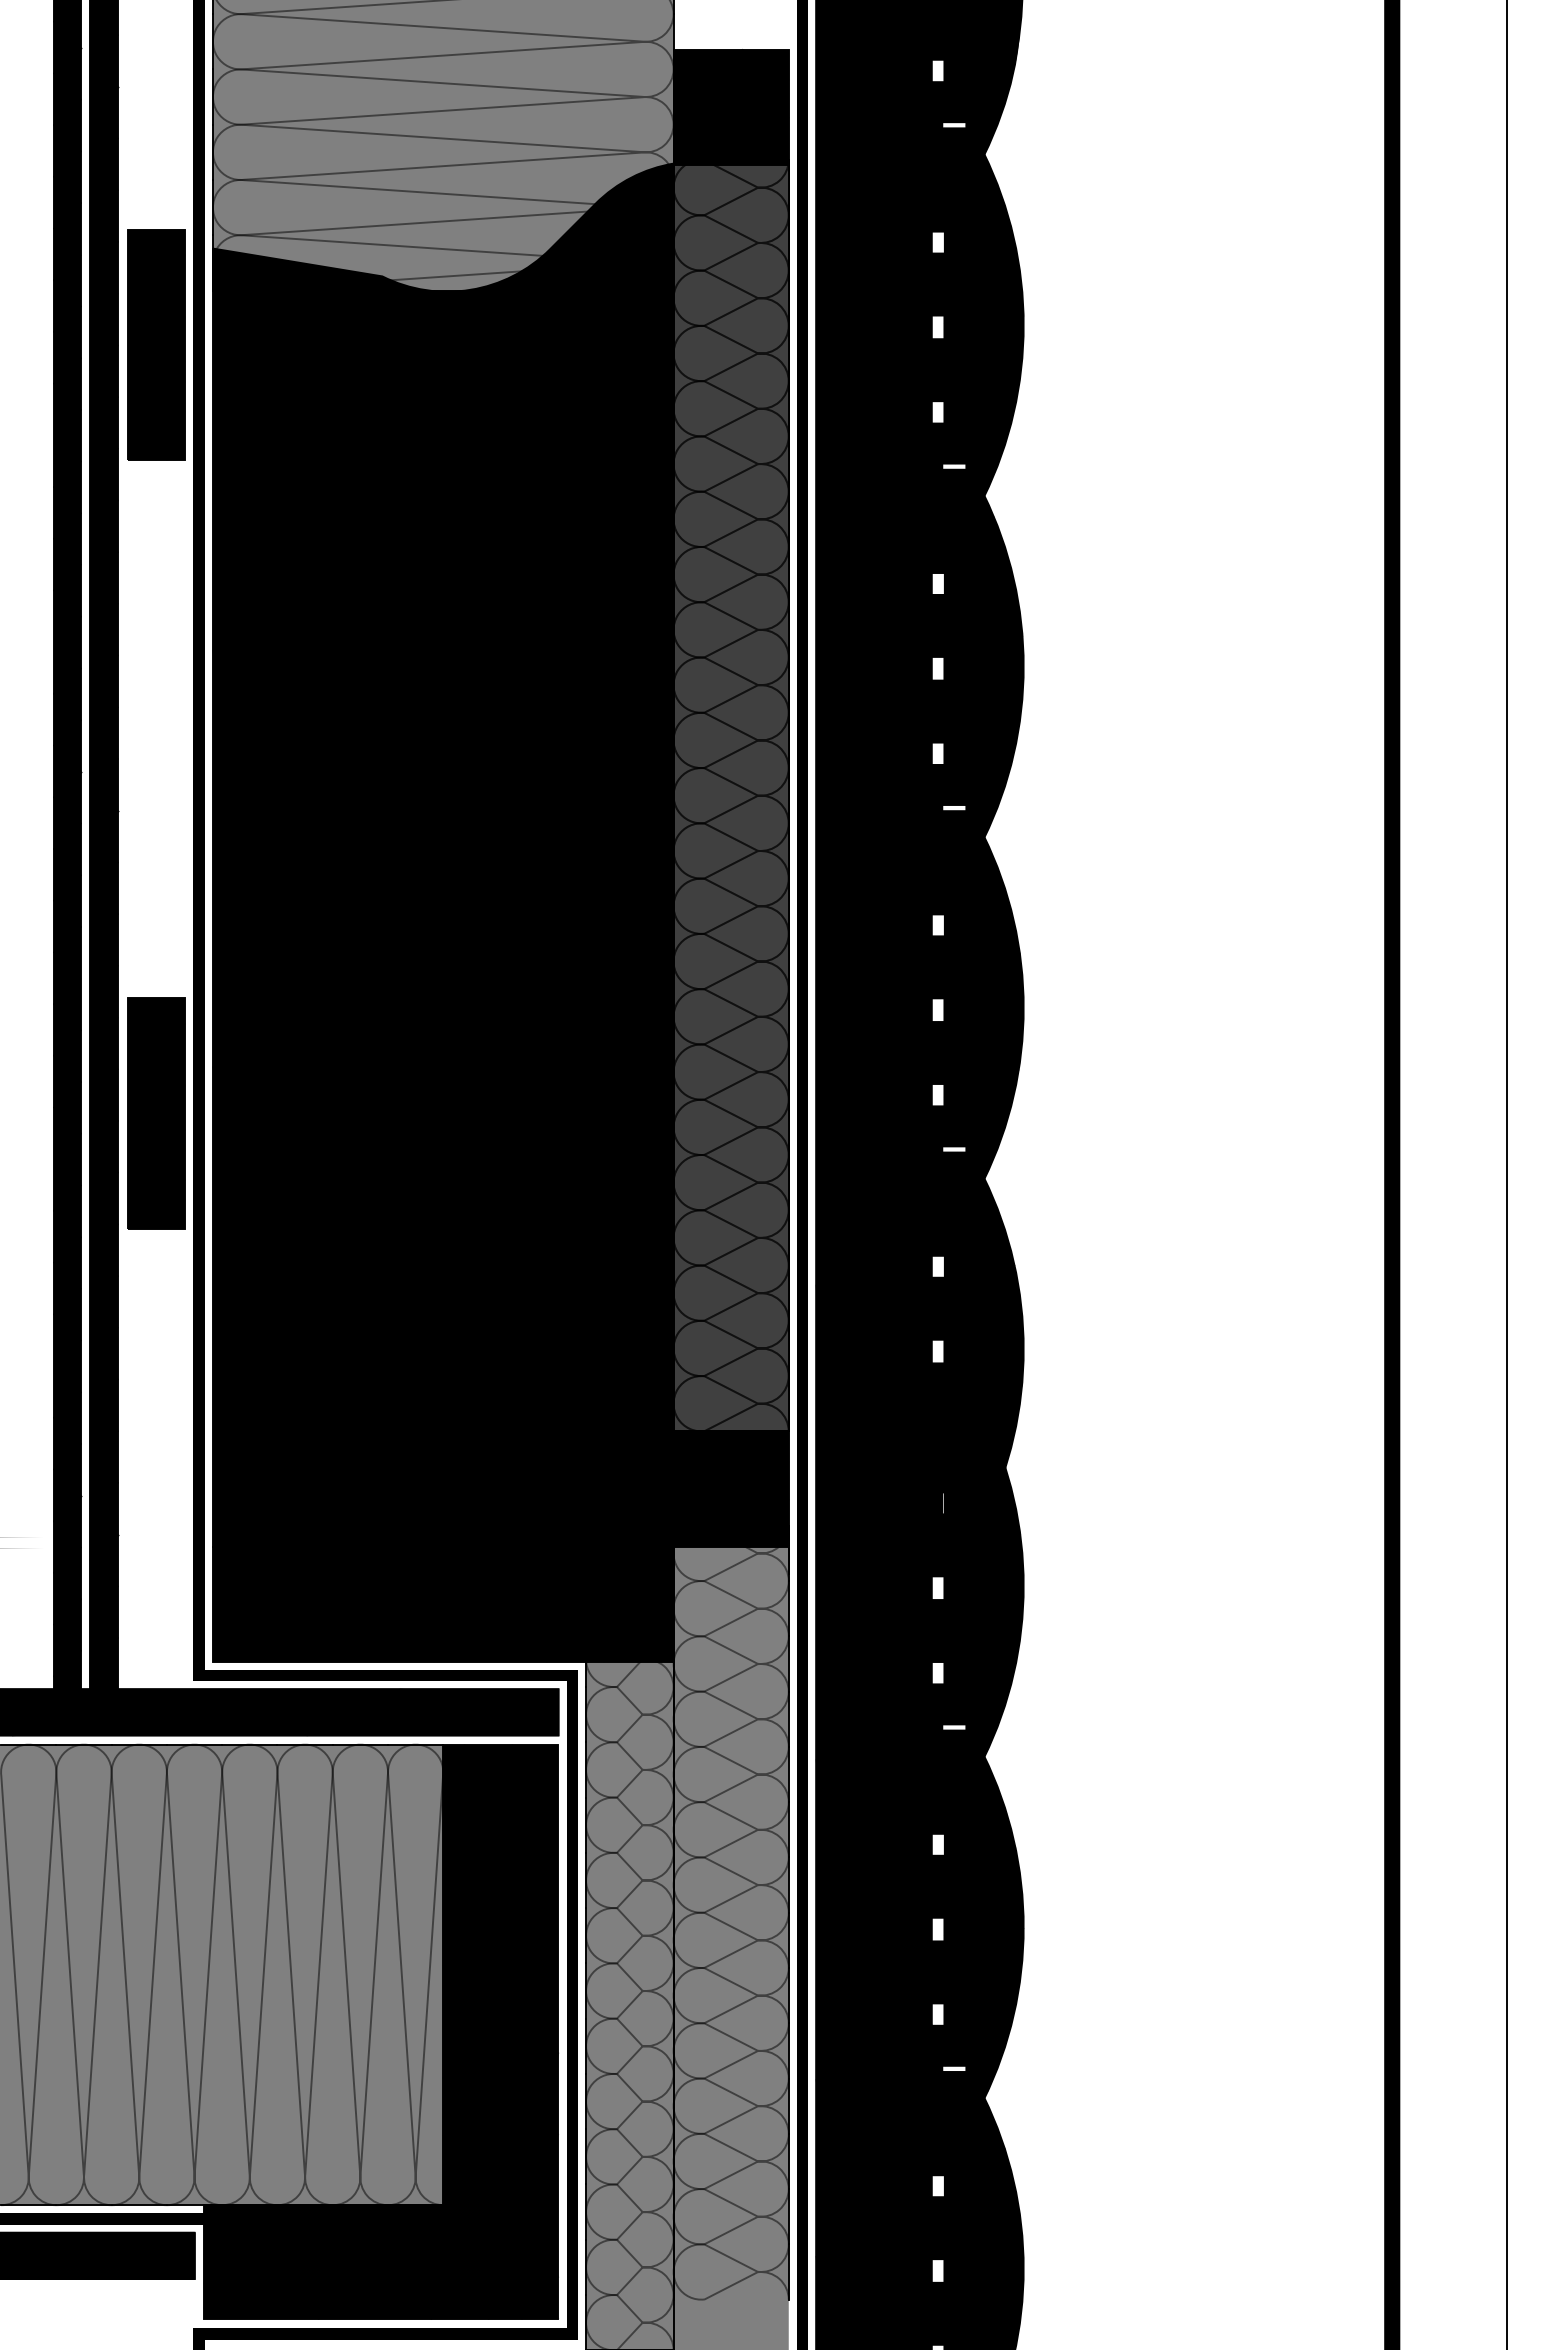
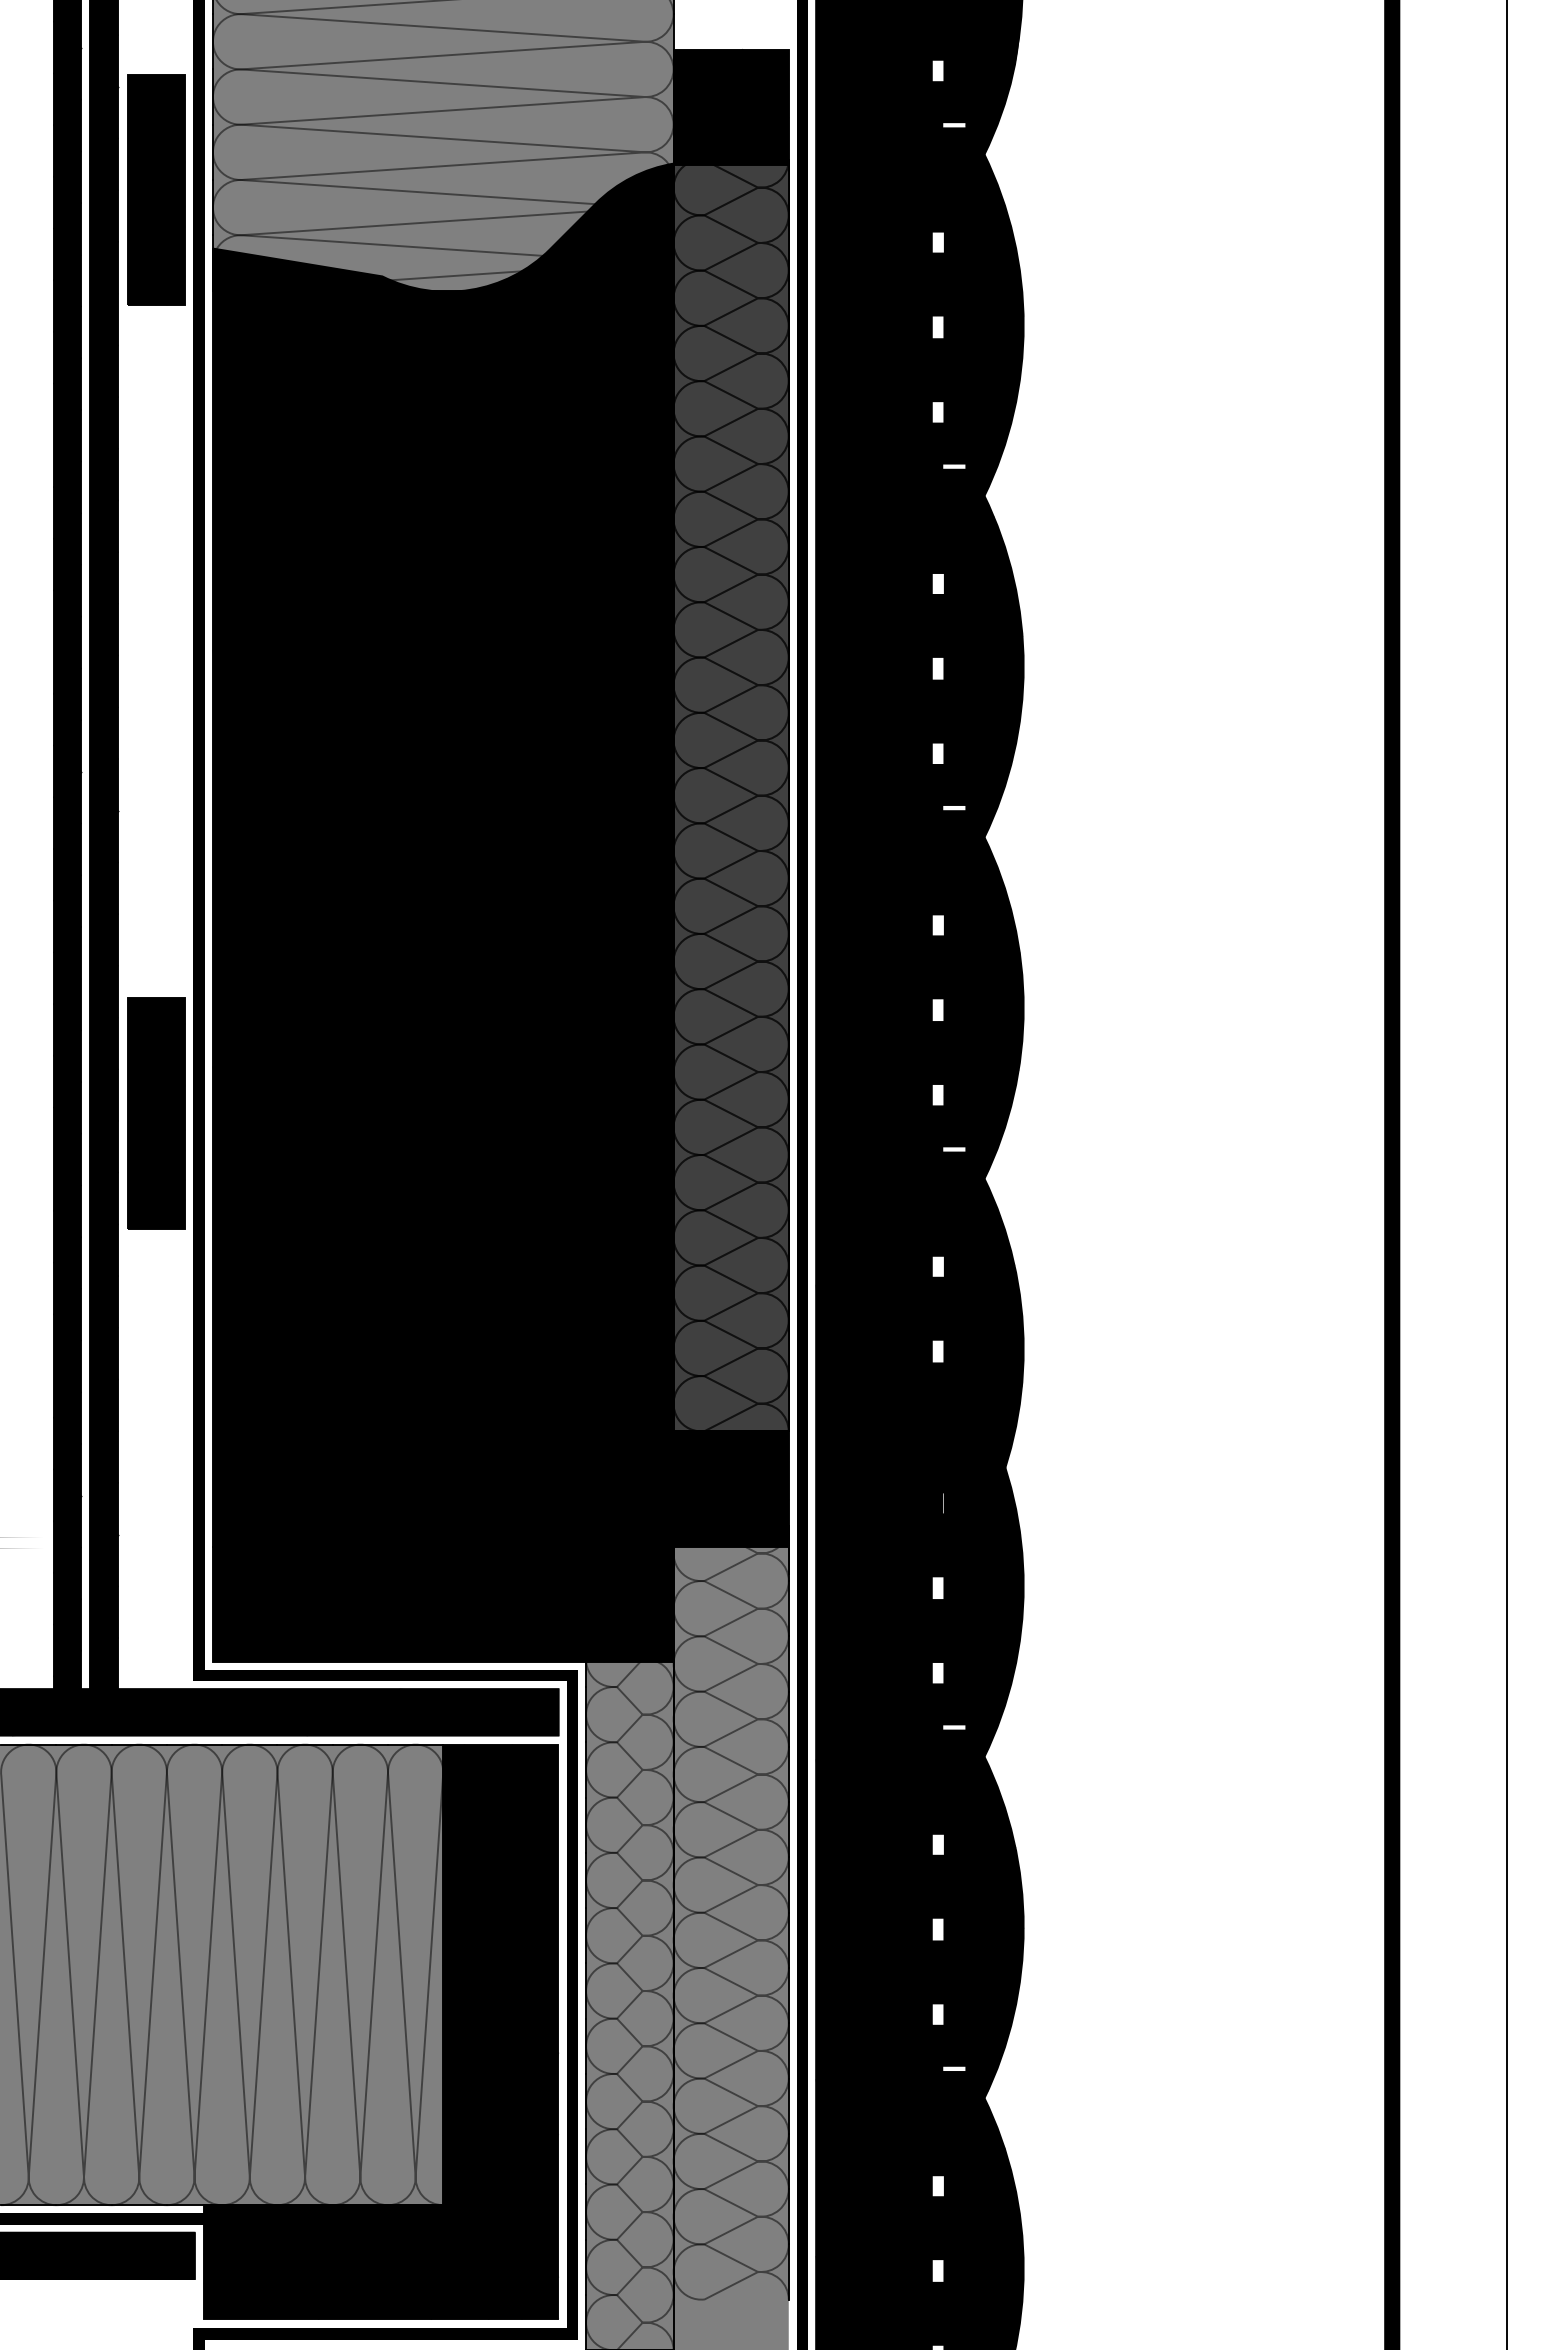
part at (156, 344) position: (156, 344) -> (156, 189)
